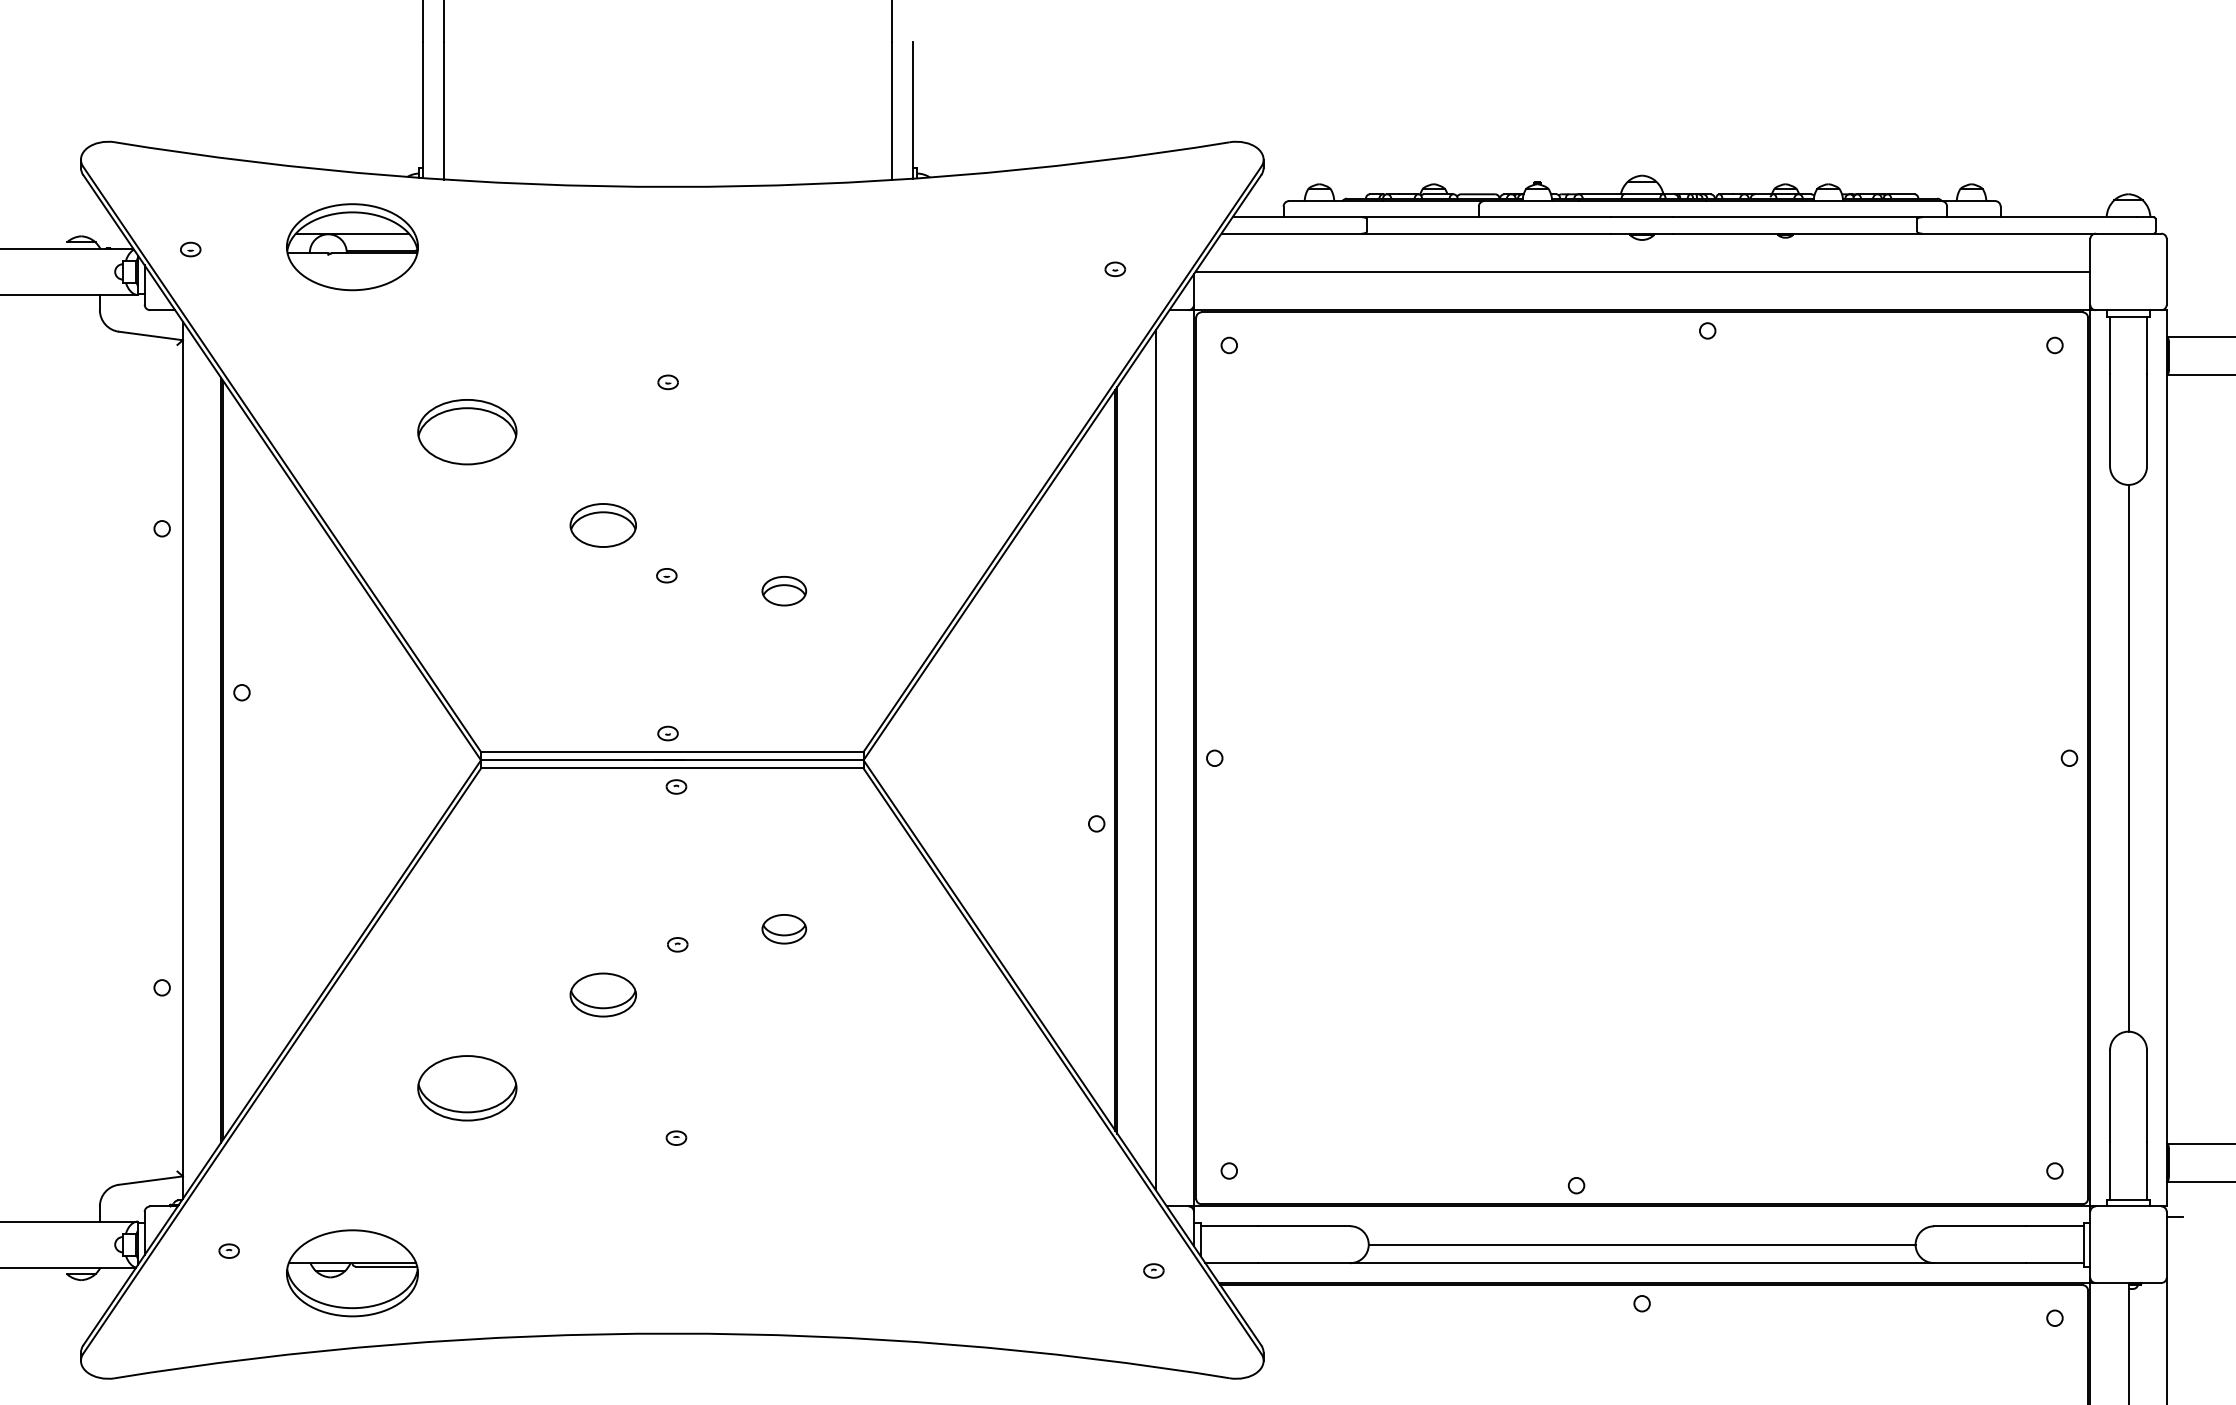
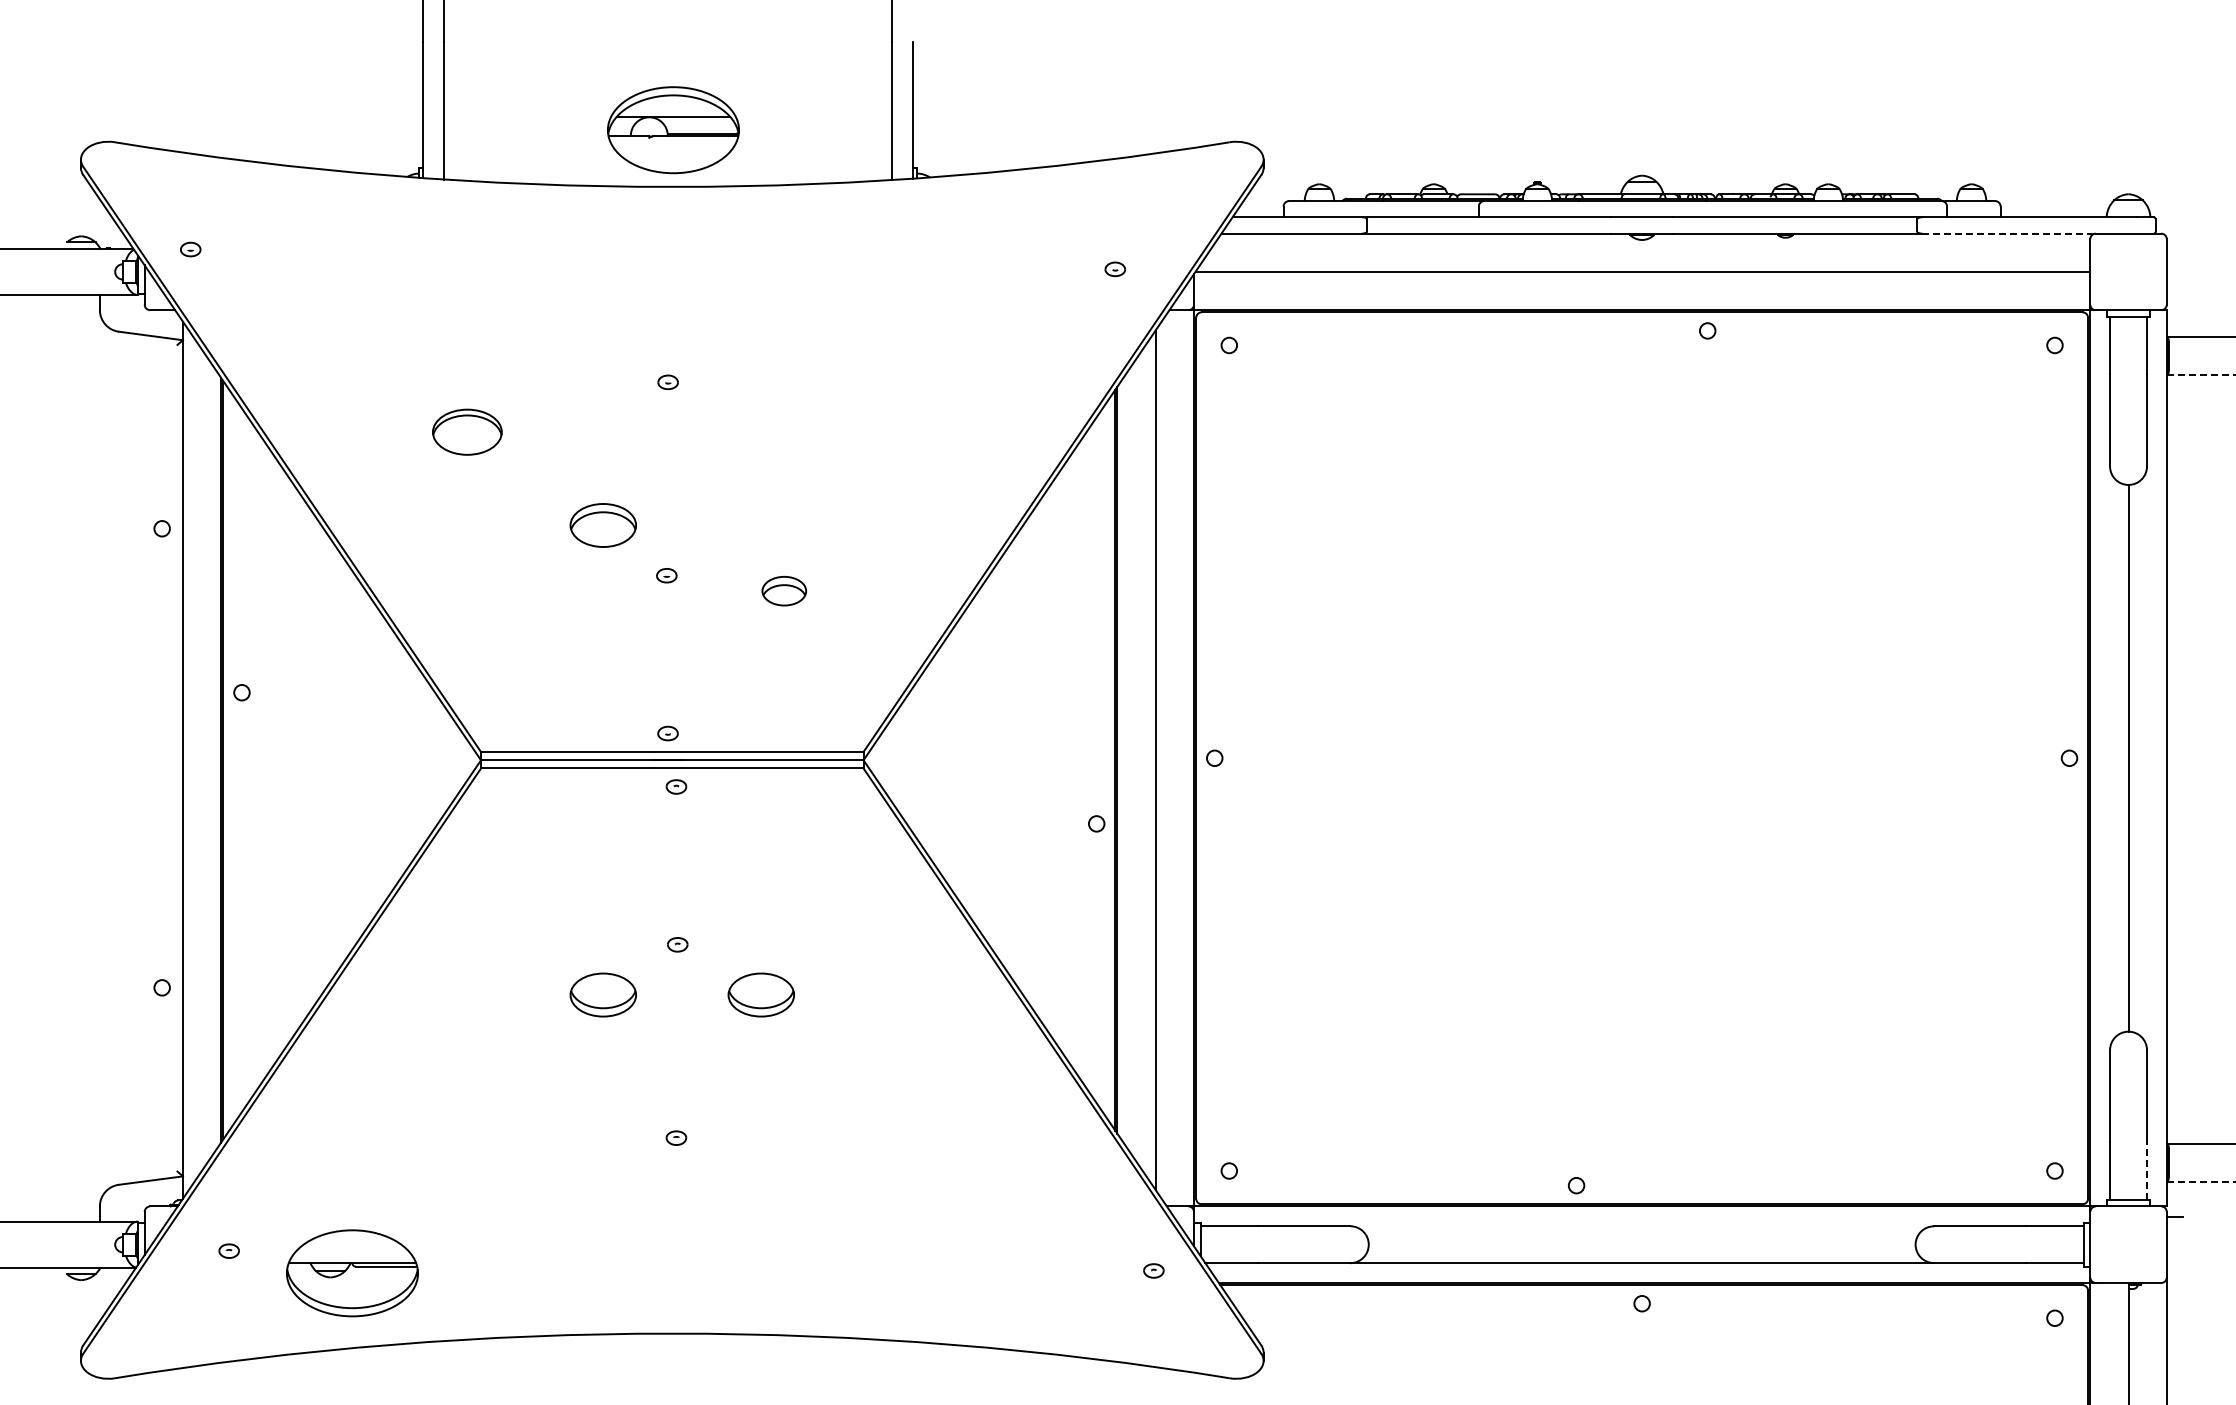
line at (2009, 233): solid -> dashed
part at (352, 247) position: (352, 247) -> (673, 130)
line at (2201, 375): solid -> dashed
part at (467, 432) size: 101x67 px -> 71x48 px
part at (784, 929): present -> none
part at (760, 994): none -> present
part at (467, 1088): present -> none
line at (2146, 1171): solid -> dashed
line at (2201, 1181): solid -> dashed
line at (1641, 1244): present -> none
